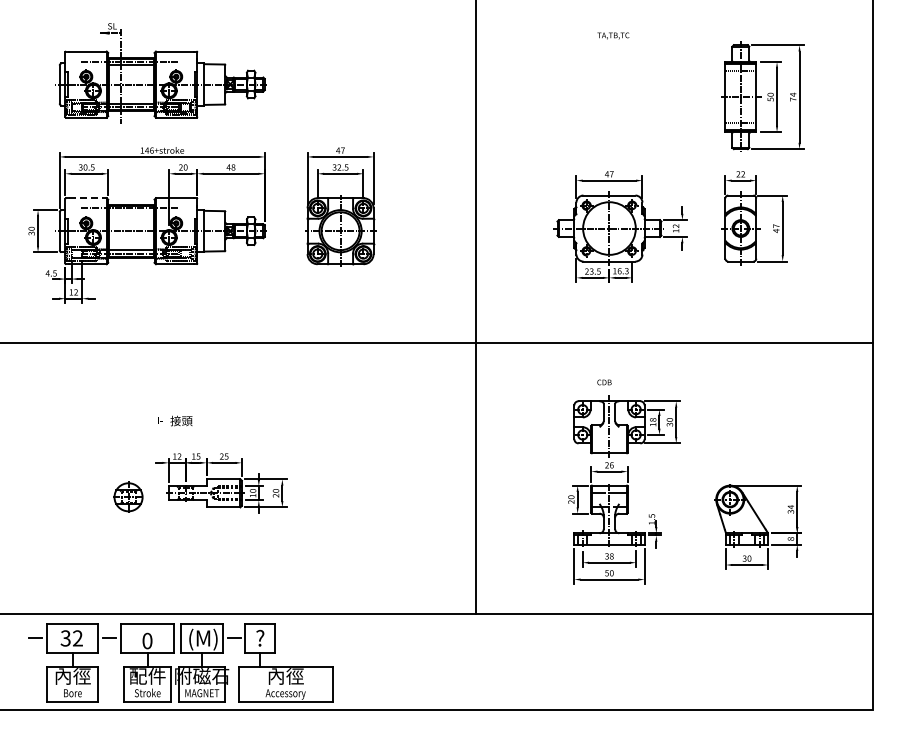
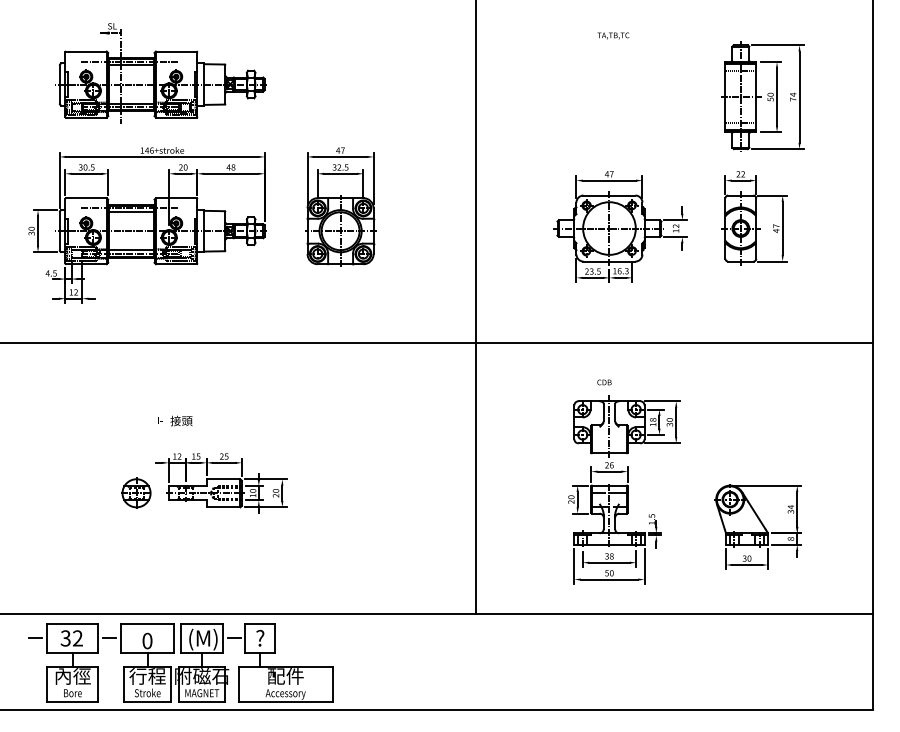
line at (87, 198): dashed -> solid
line at (131, 212): none -> present
part at (128, 496) position: (128, 496) -> (136, 492)
text at (147, 676): 配件 -> 行程
text at (285, 676): 內徑 -> 配件
